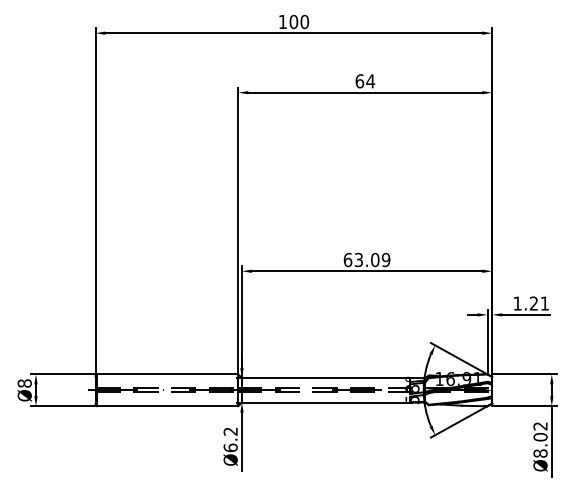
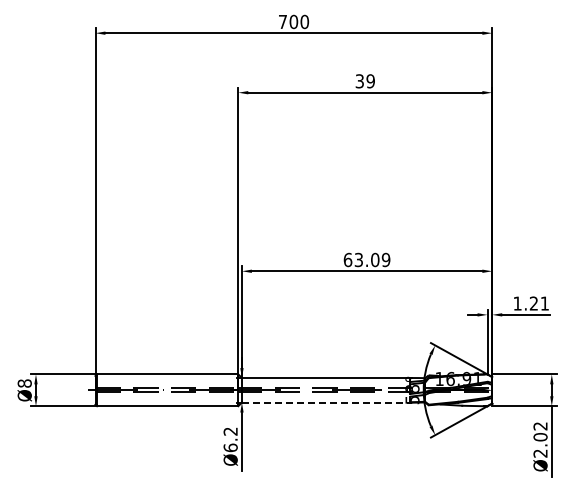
text at (282, 21): 100 -> 700
text at (365, 81): 64 -> 39
line at (327, 402): solid -> dashed
text at (540, 453): Ø8.02 -> Ø2.02
